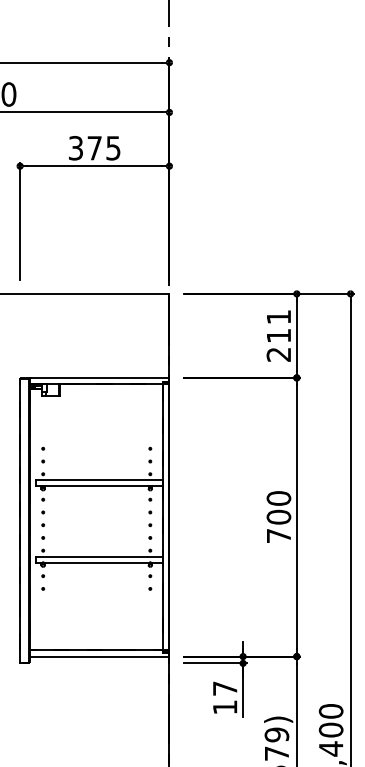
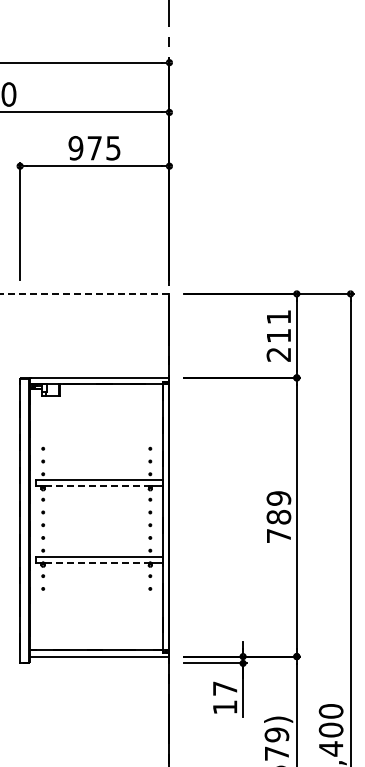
text at (75, 148): 375 -> 975
line at (84, 293): solid -> dashed
line at (96, 486): solid -> dashed
text at (278, 507): 700 -> 789
line at (96, 562): solid -> dashed
